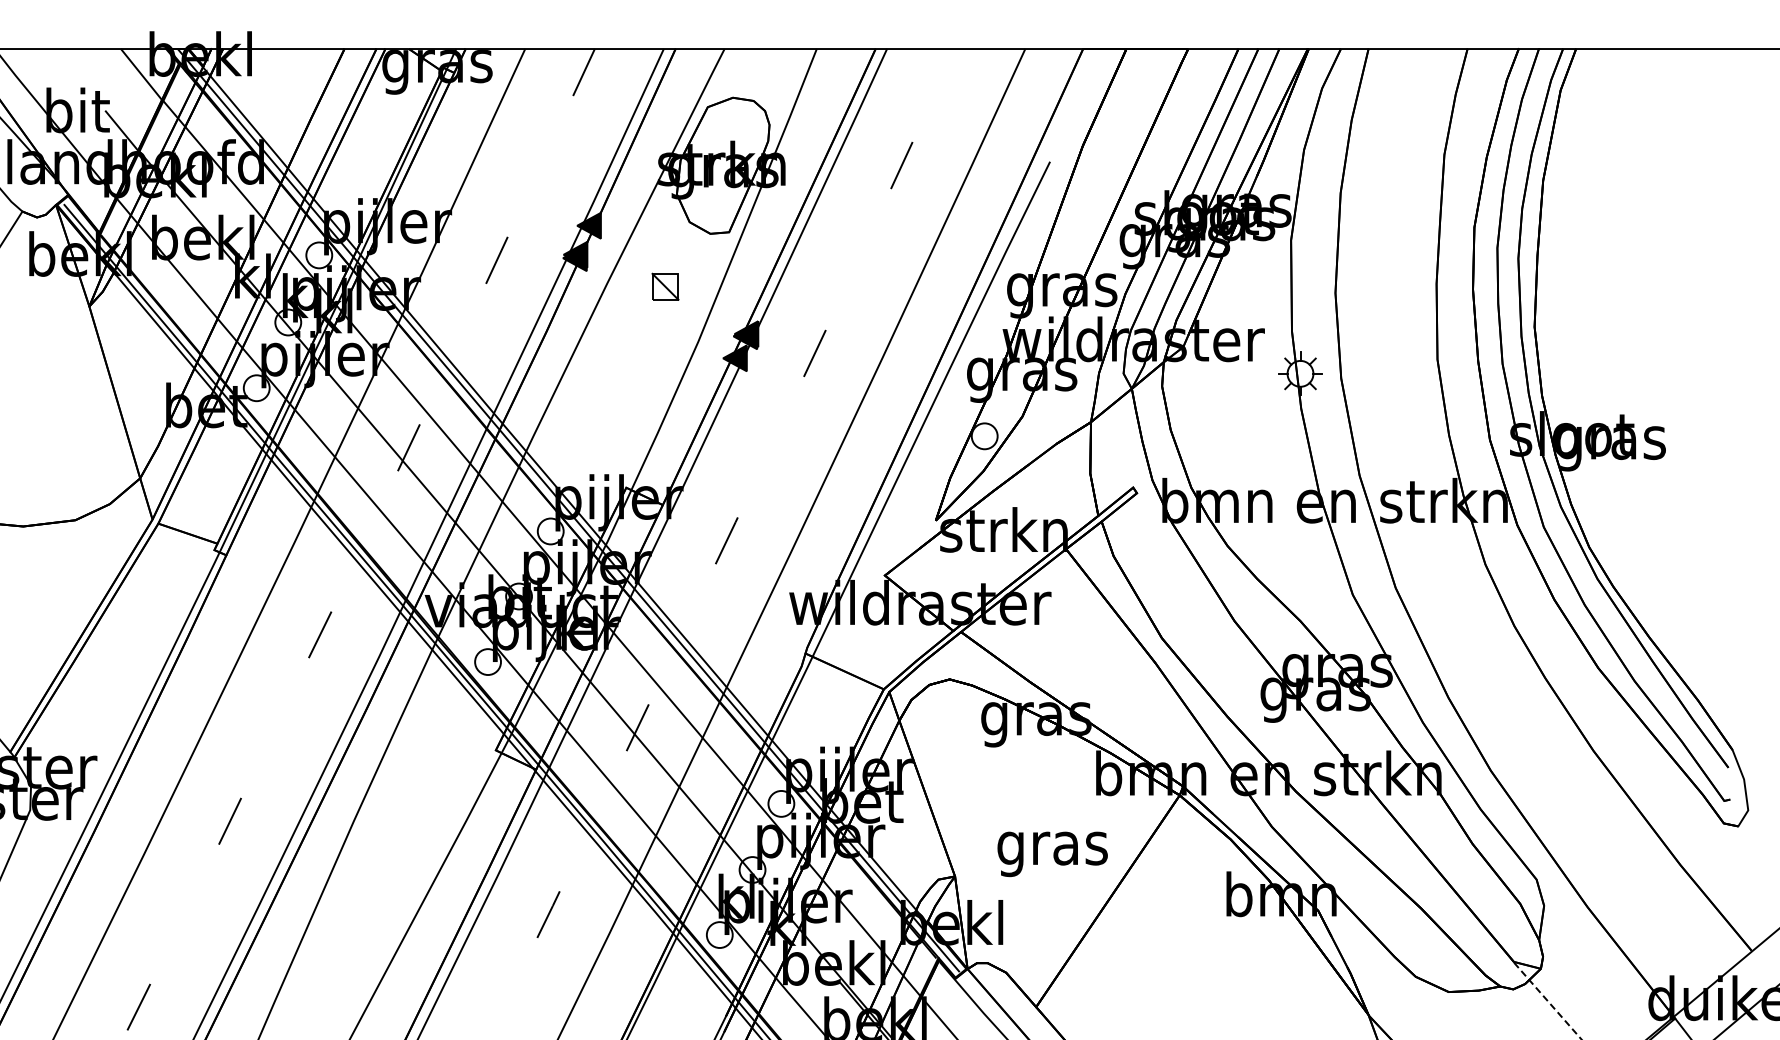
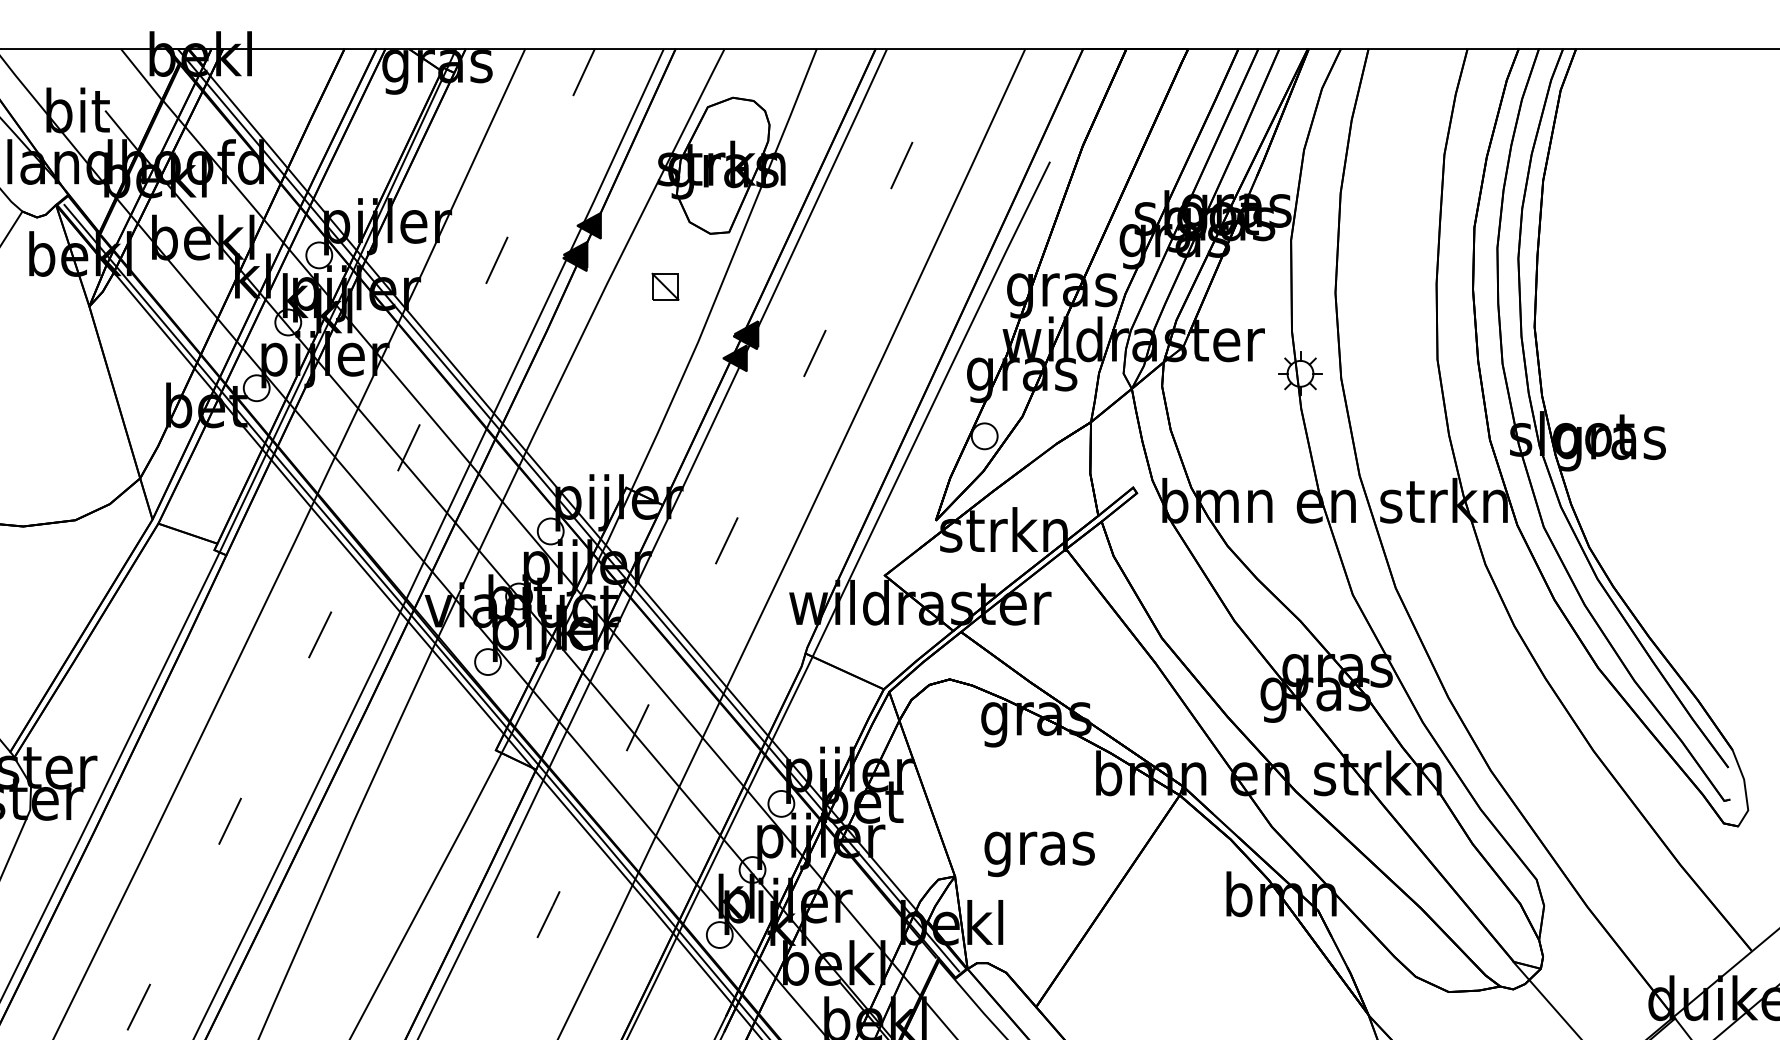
text at (1052, 854) position: (1052, 854) -> (1039, 854)
line at (1547, 1000): dashed -> solid
